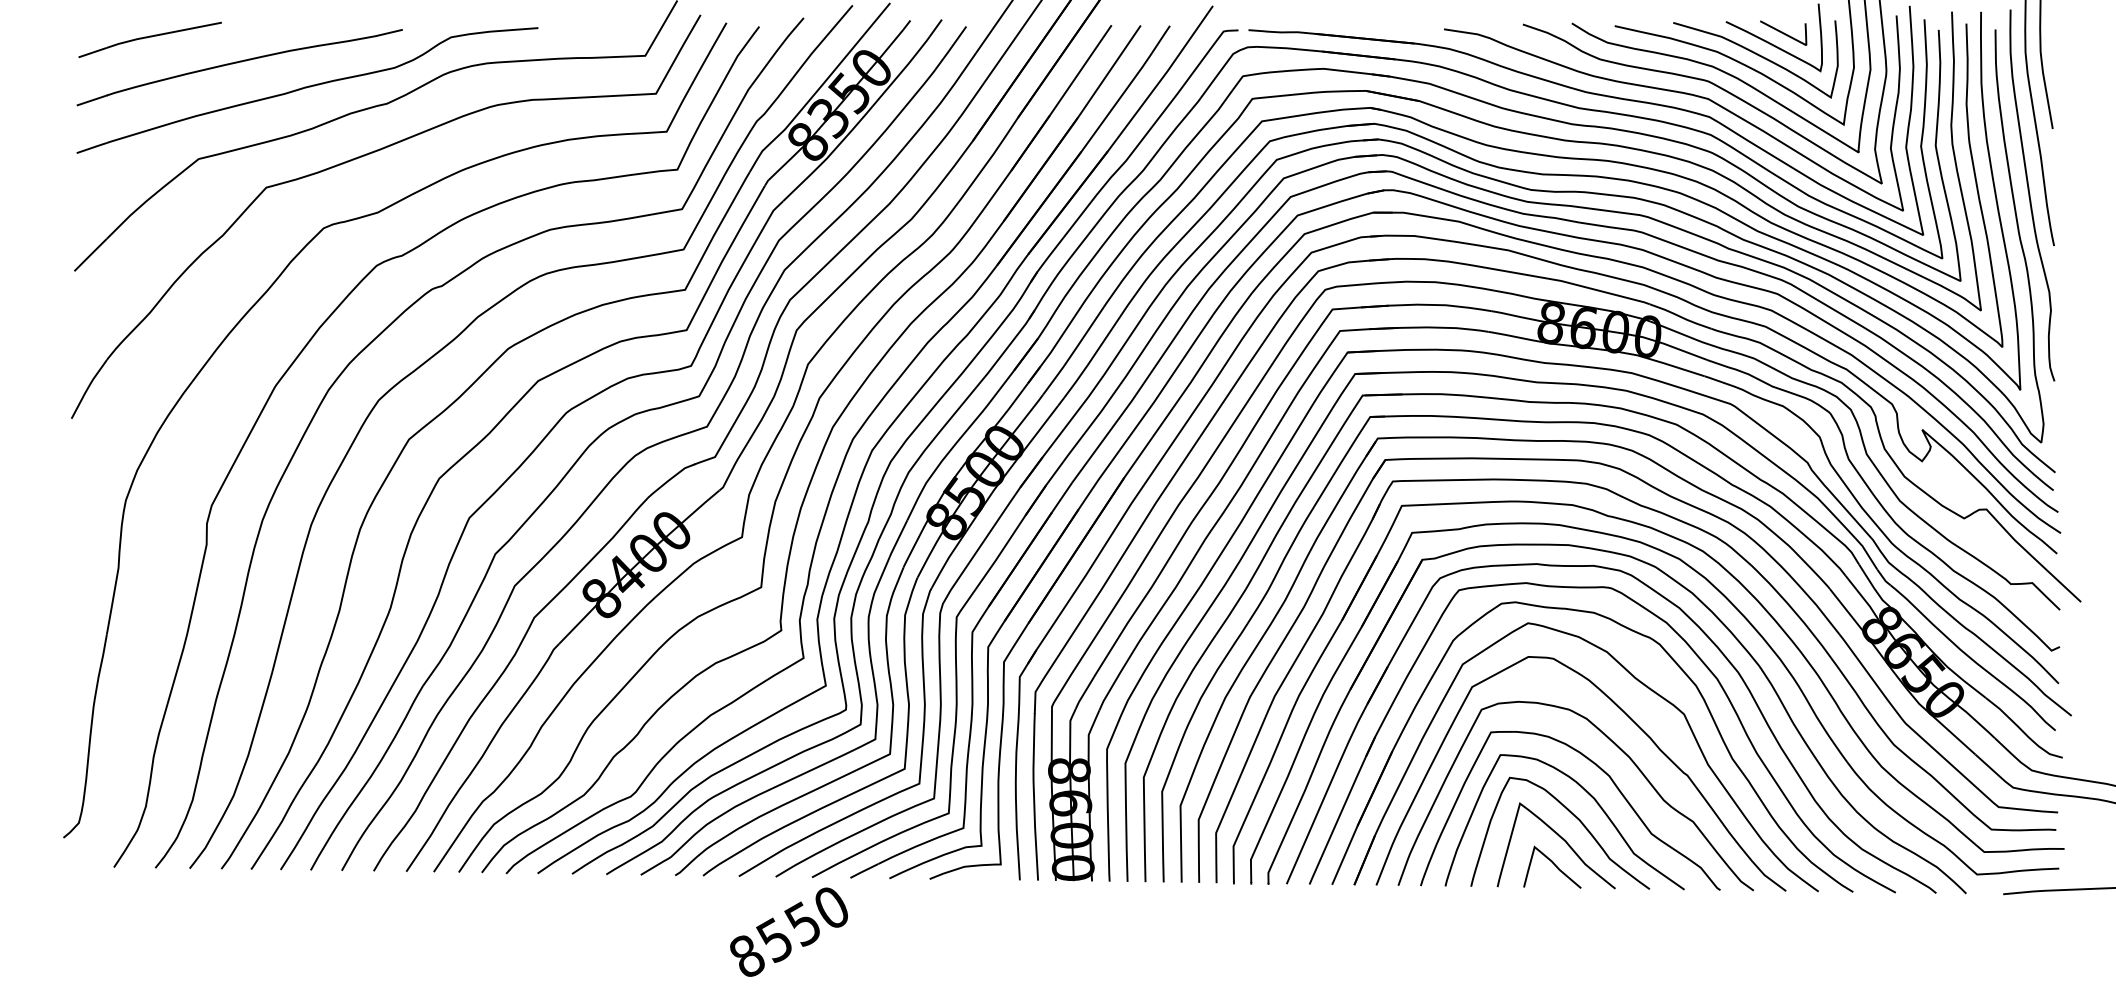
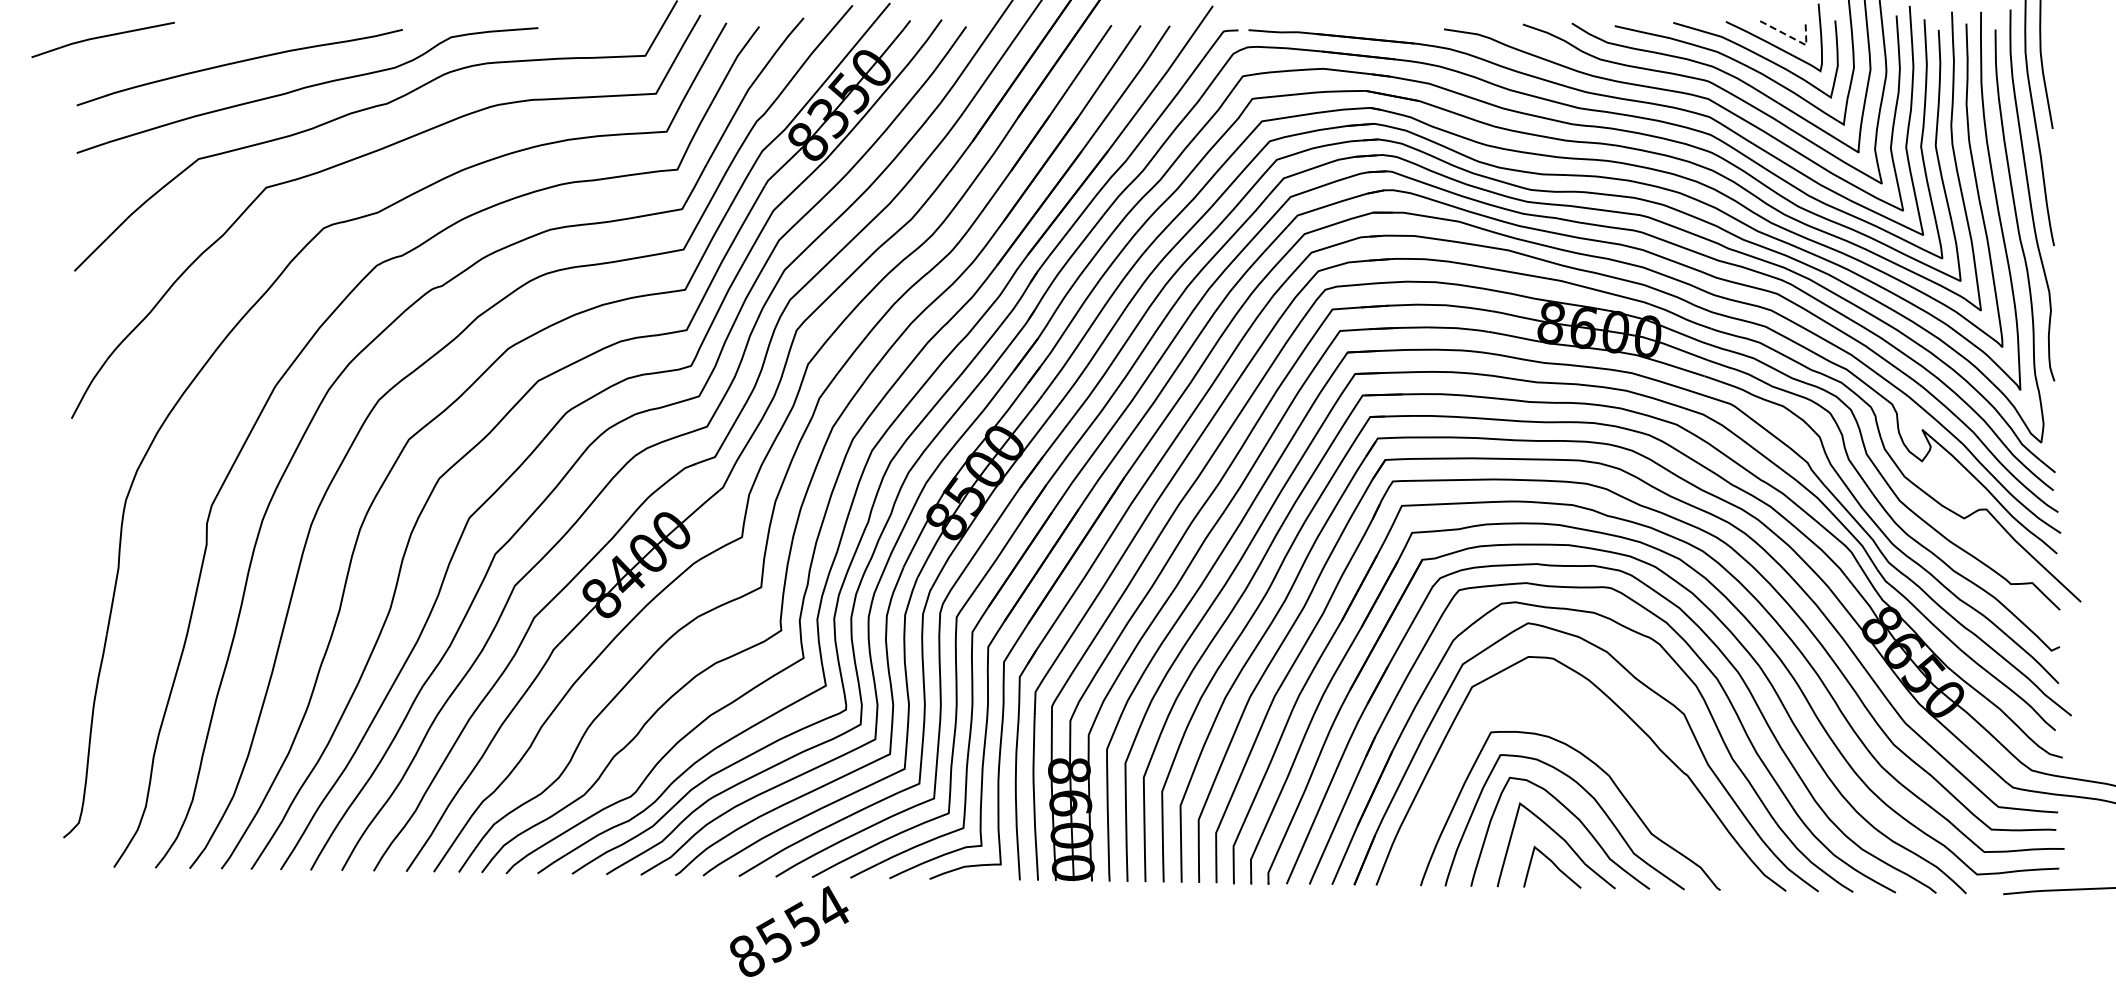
line at (1794, 38): solid -> dashed
part at (149, 39) position: (149, 39) -> (102, 39)
curve at (1620, 750): present -> none
text at (831, 906): 8550 -> 8554
